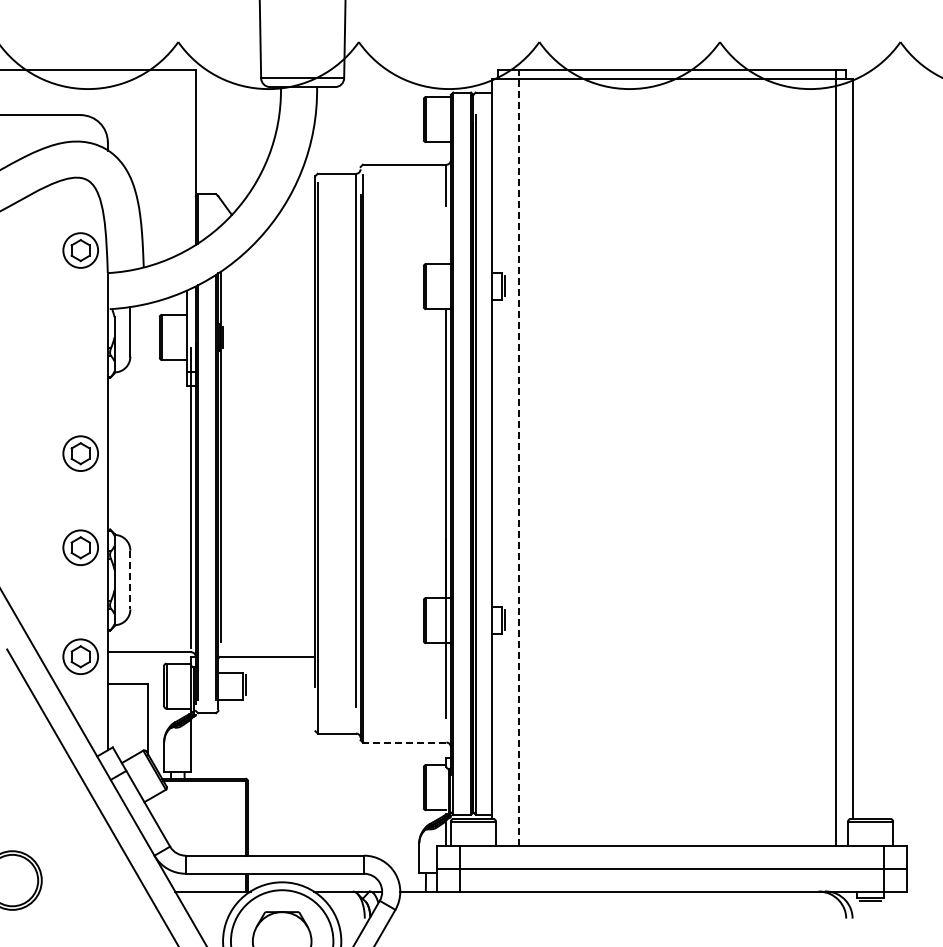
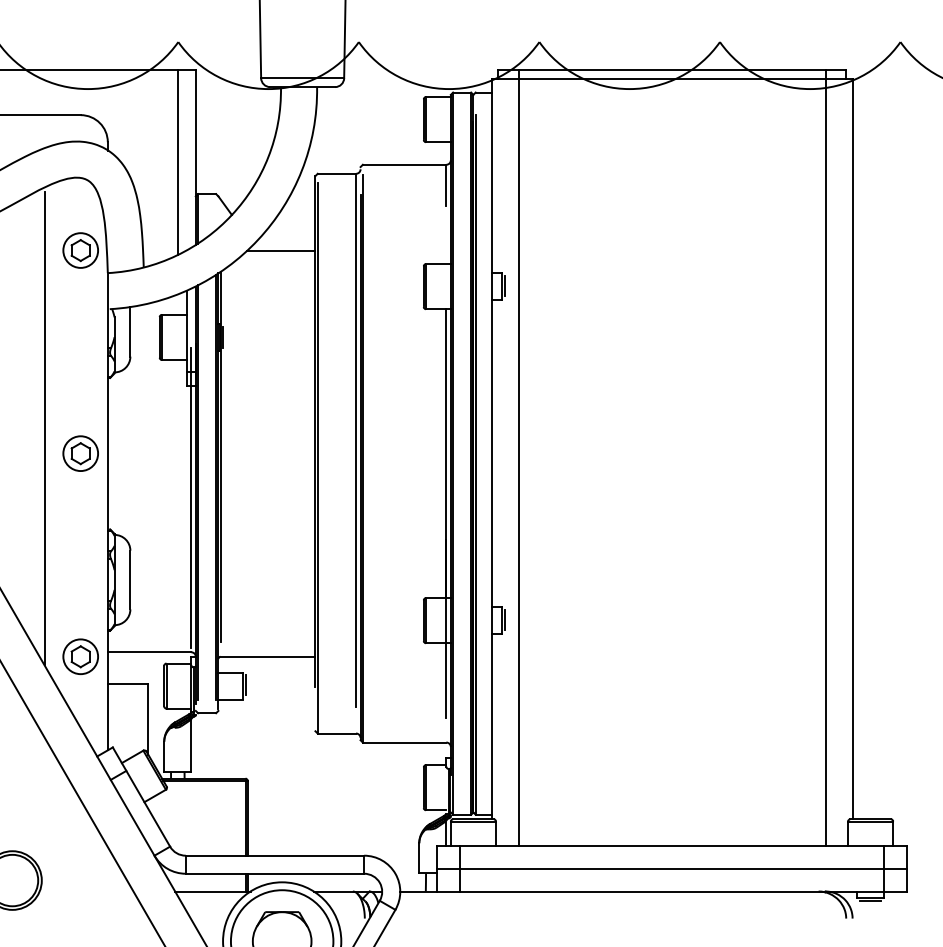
line at (177, 162): none -> present
line at (281, 250): none -> present
line at (44, 428): none -> present
line at (518, 457): dashed -> solid
line at (835, 458) position: (835, 458) -> (825, 458)
part at (80, 547): present -> none
line at (130, 580): dashed -> solid
line at (404, 742): dashed -> solid
line at (92, 796) position: (92, 796) -> (82, 803)
